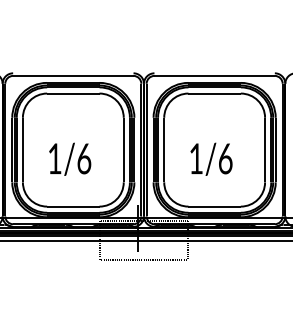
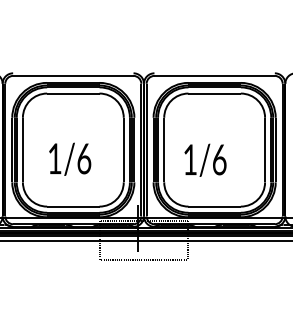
text at (211, 158) position: (211, 158) -> (205, 159)
